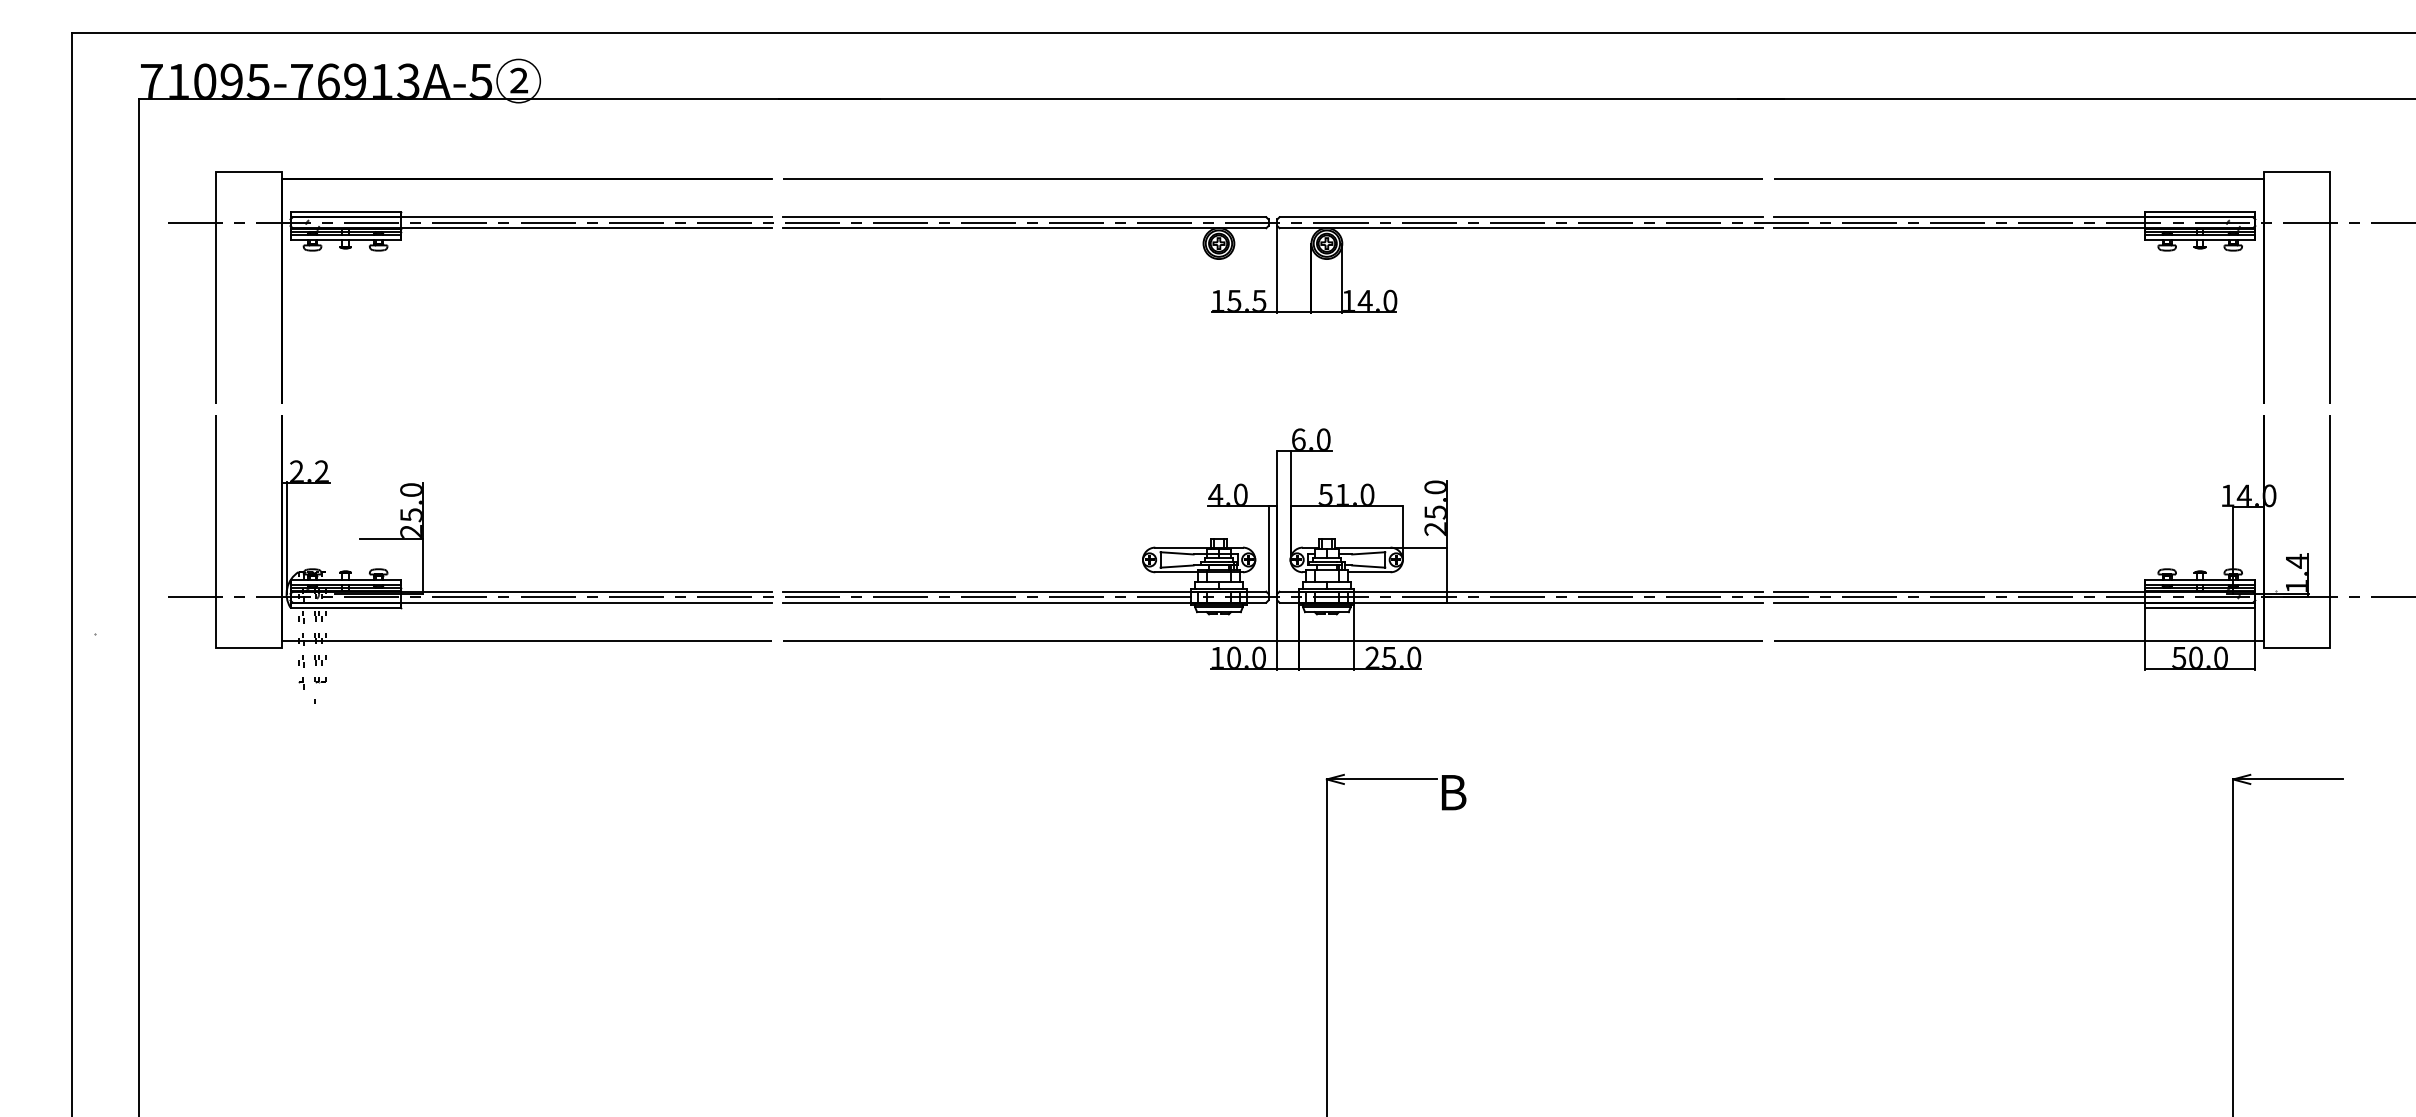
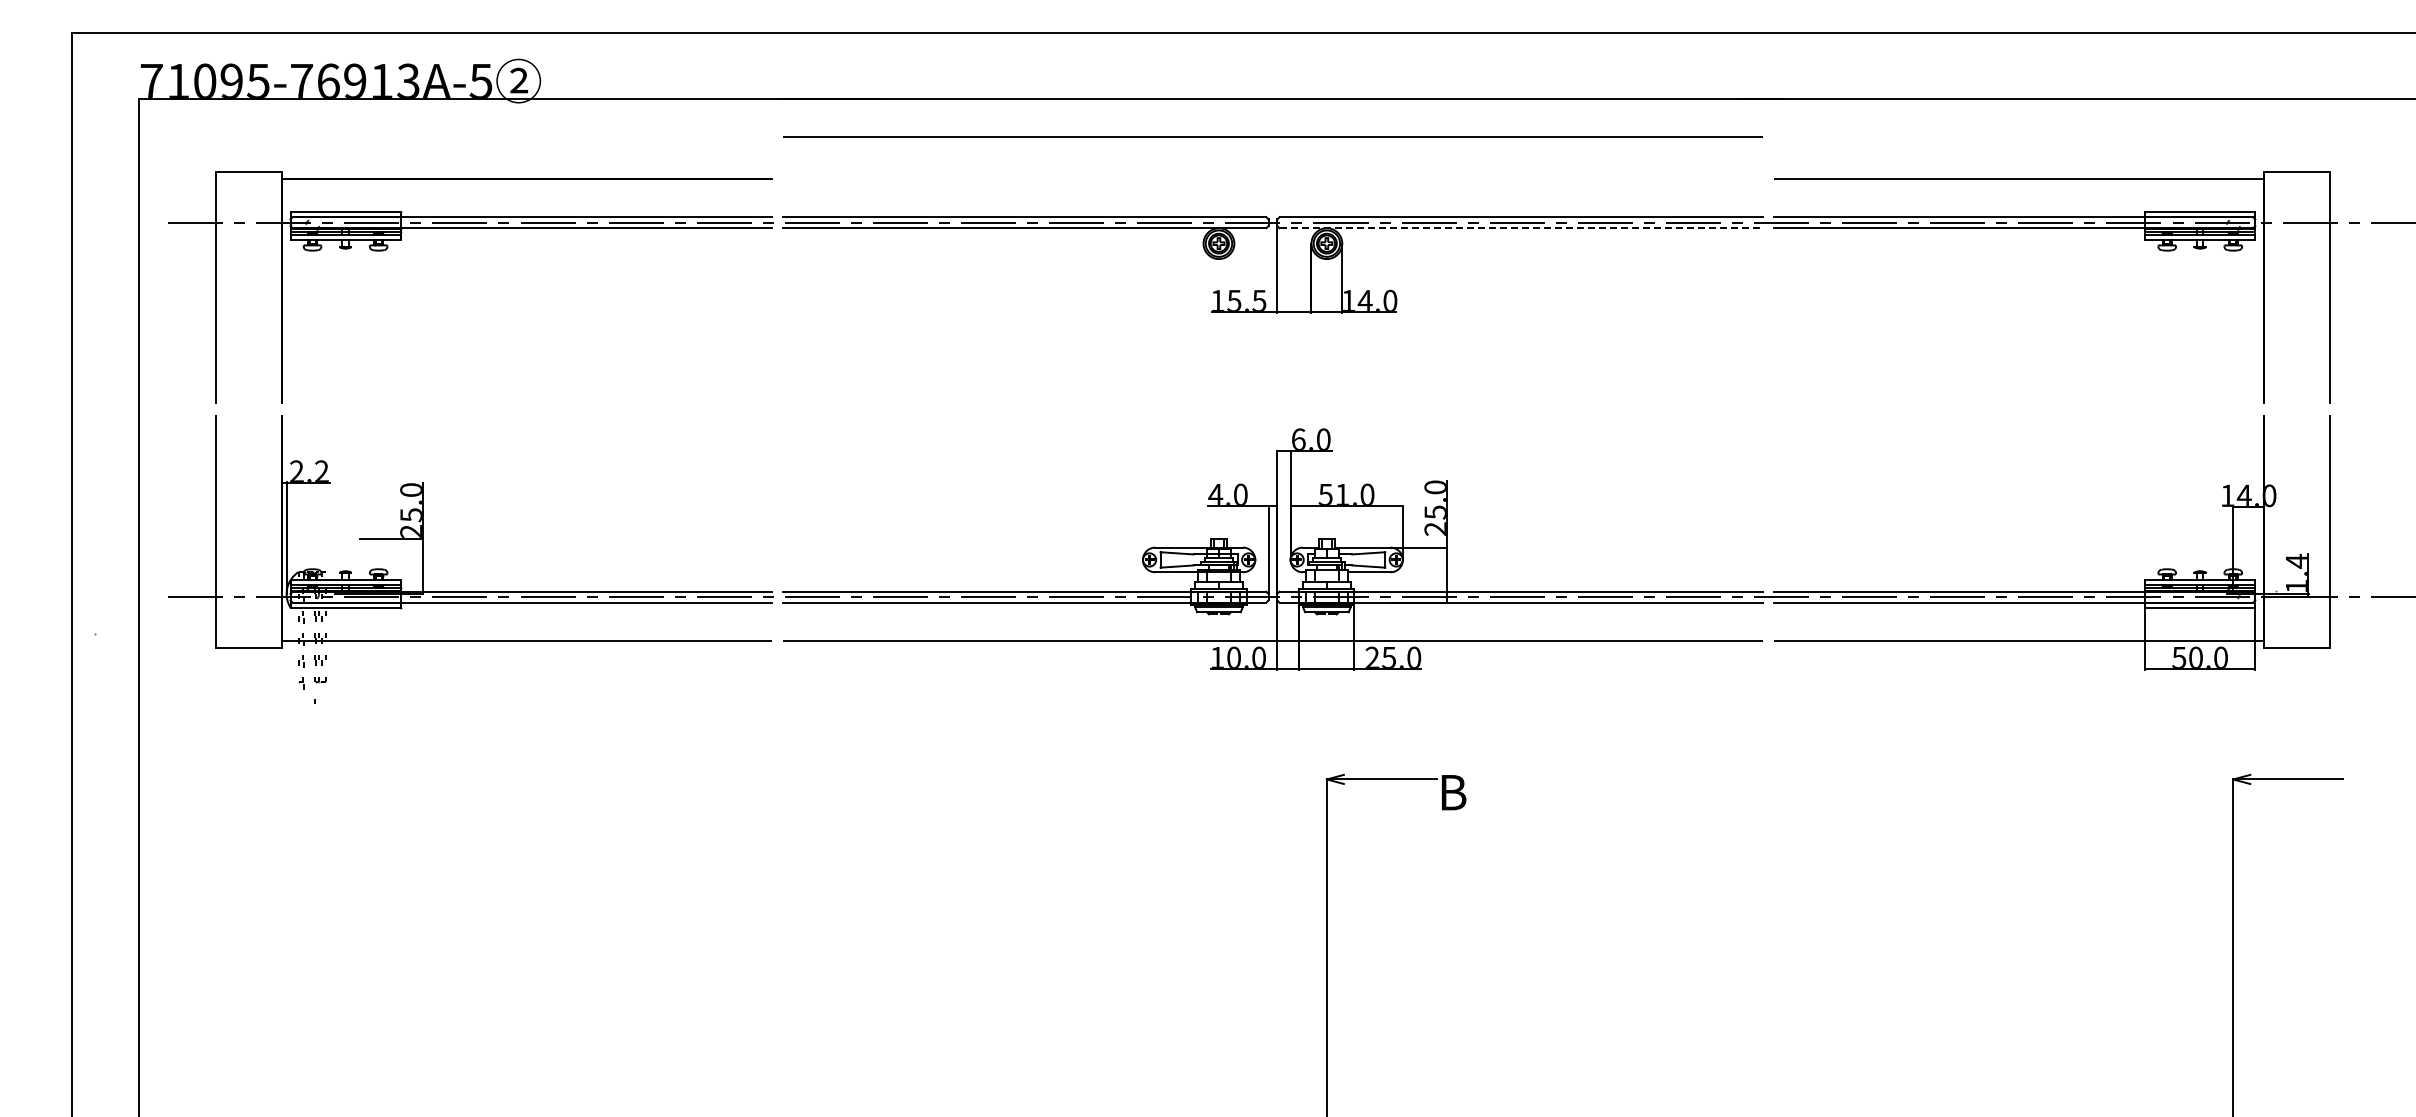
line at (1272, 178) position: (1272, 178) -> (1272, 136)
line at (1521, 228): solid -> dashed
